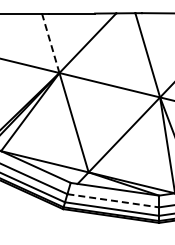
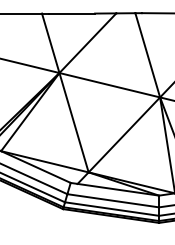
line at (50, 43): dashed -> solid
line at (113, 200): dashed -> solid
